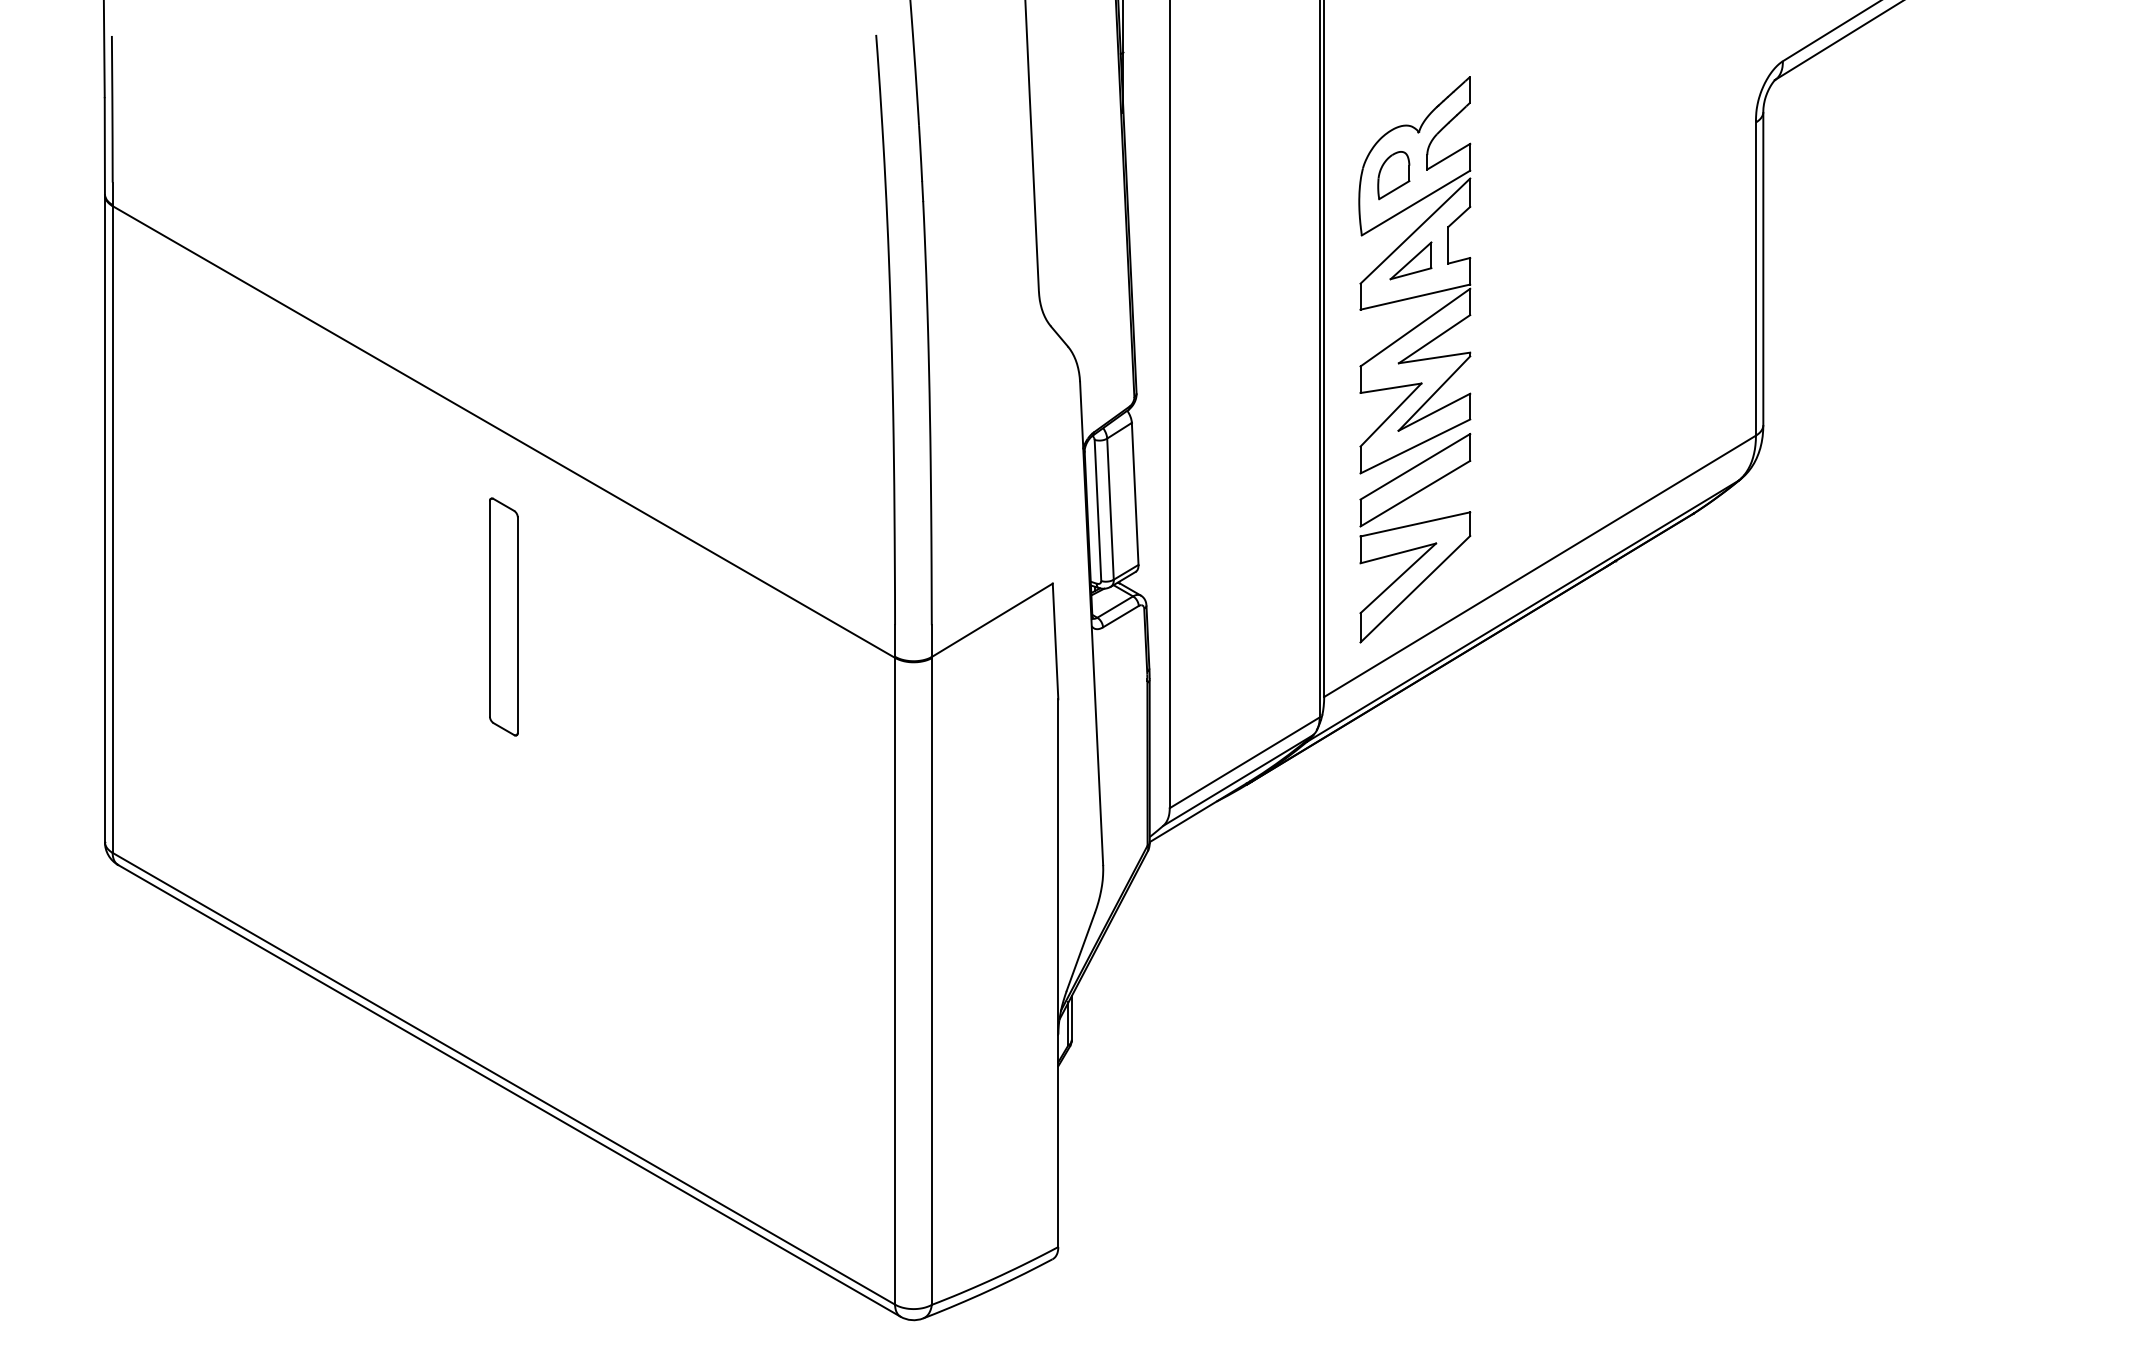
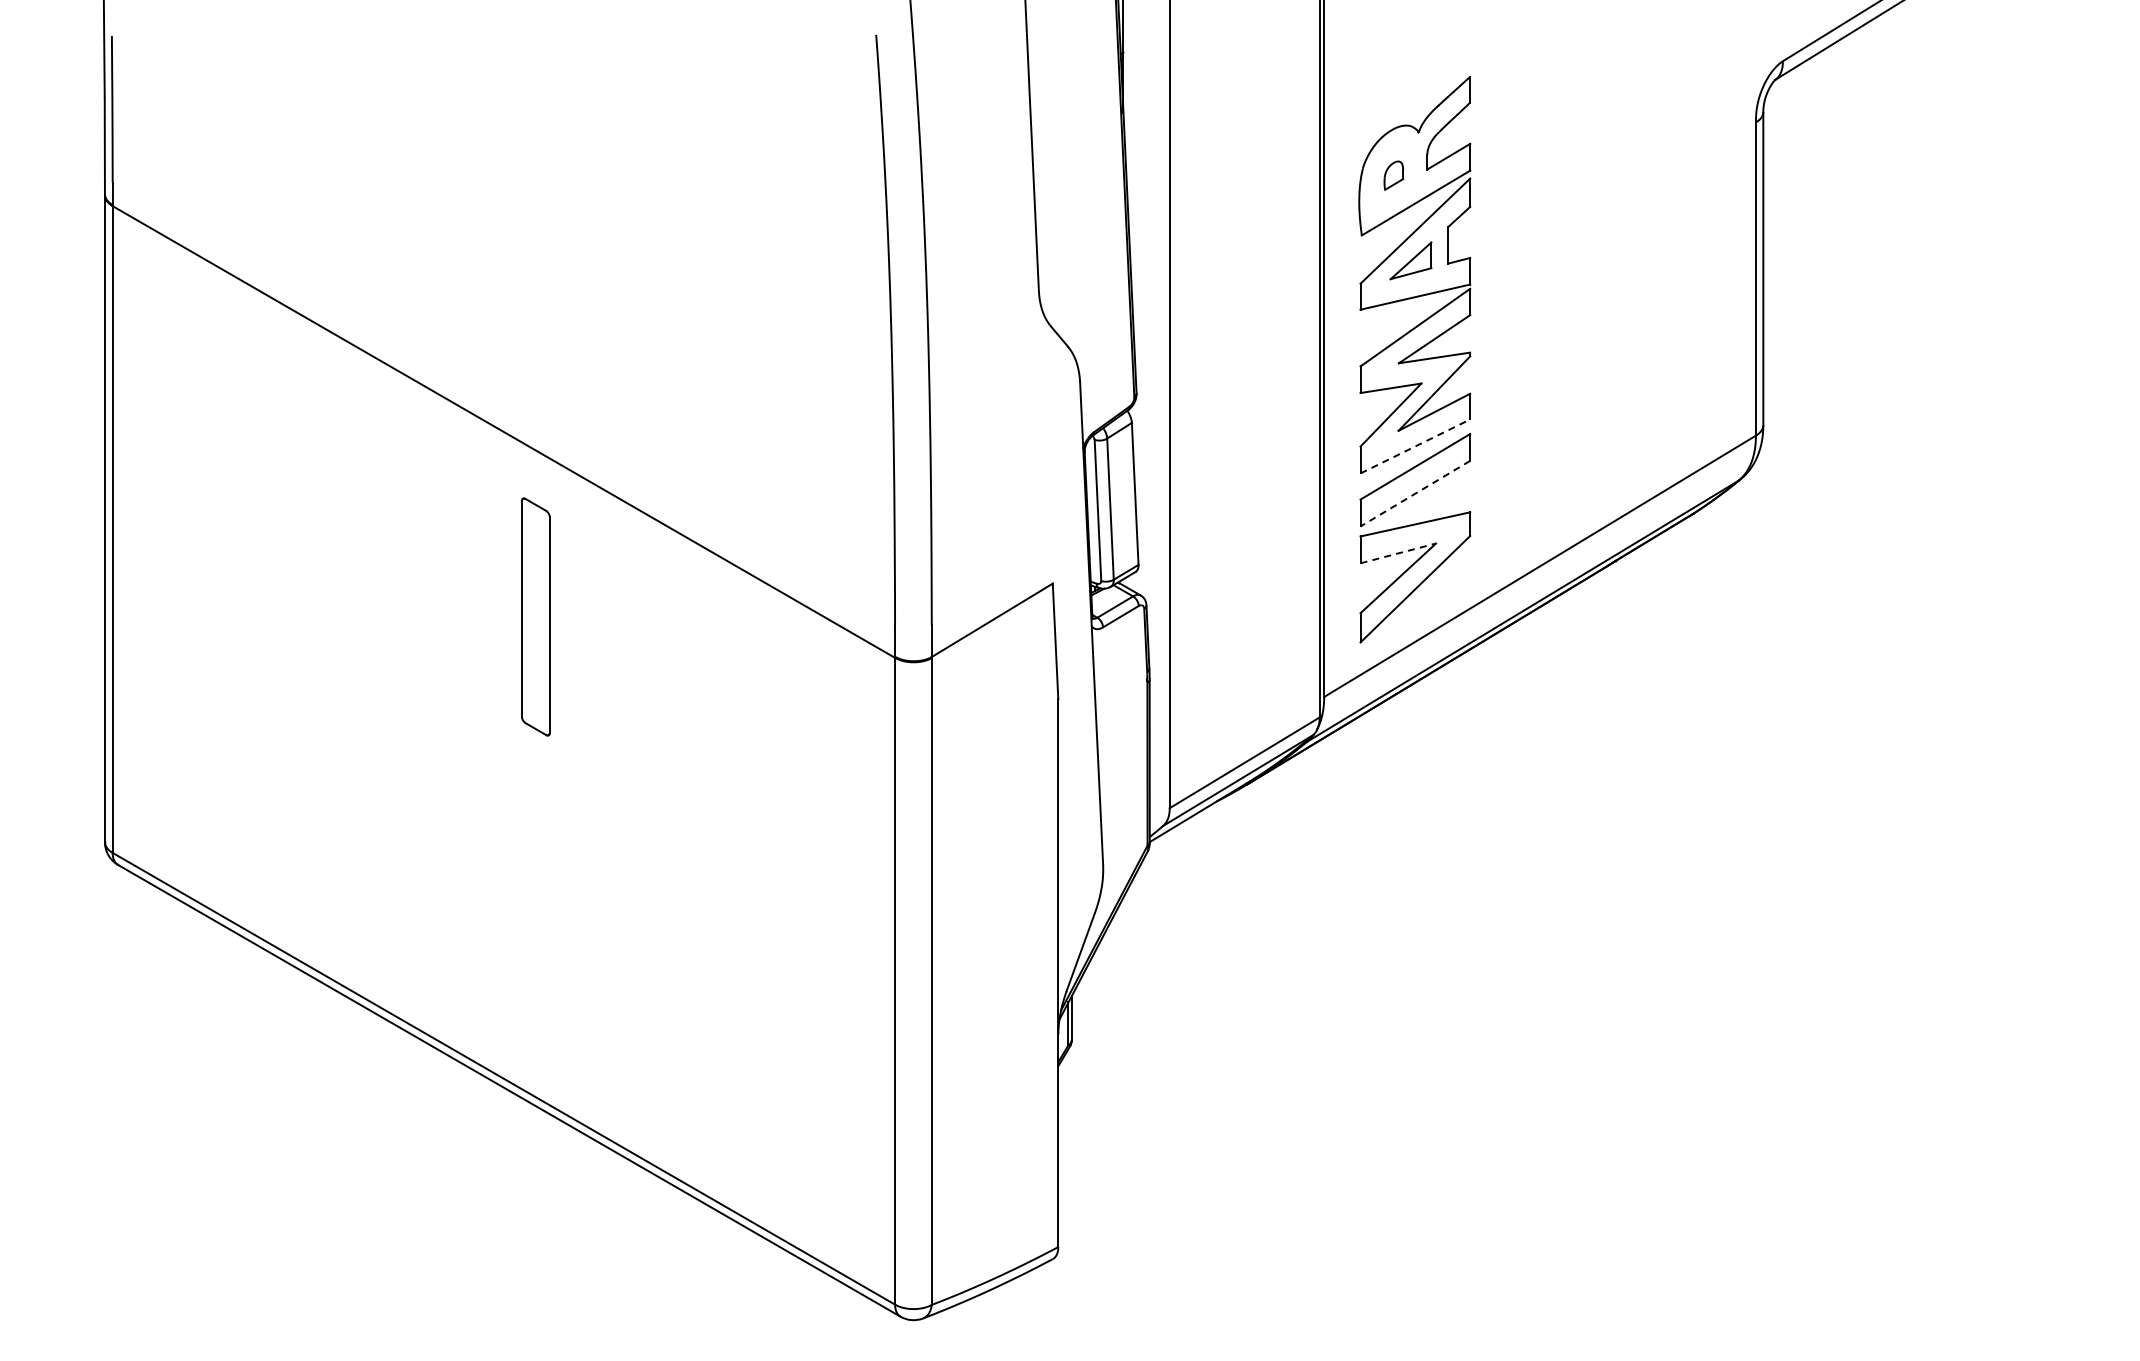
part at (1393, 175) size: 34x50 px -> 22x31 px
line at (1415, 446): solid -> dashed
line at (1415, 493): solid -> dashed
line at (1398, 553): solid -> dashed
part at (503, 616) position: (503, 616) -> (535, 616)
